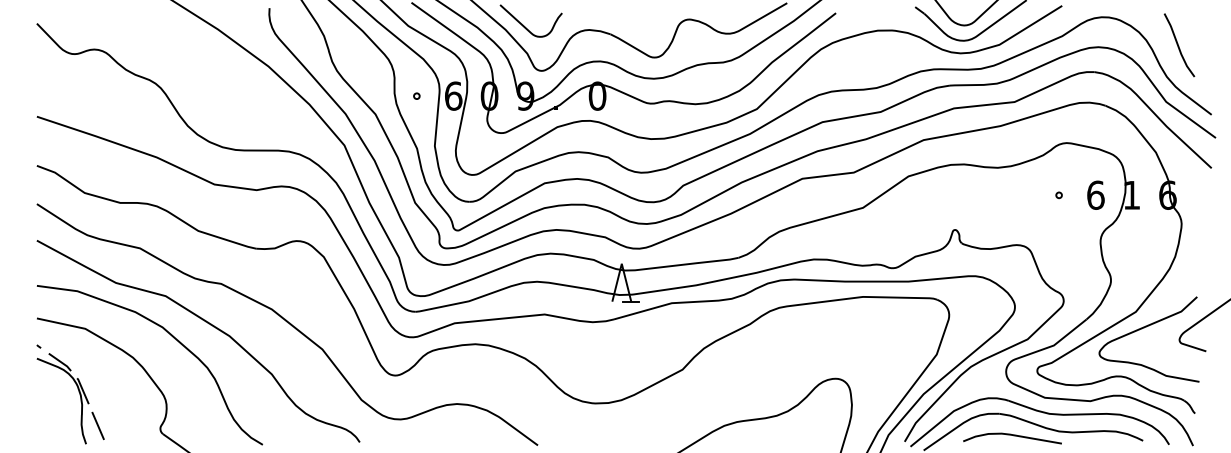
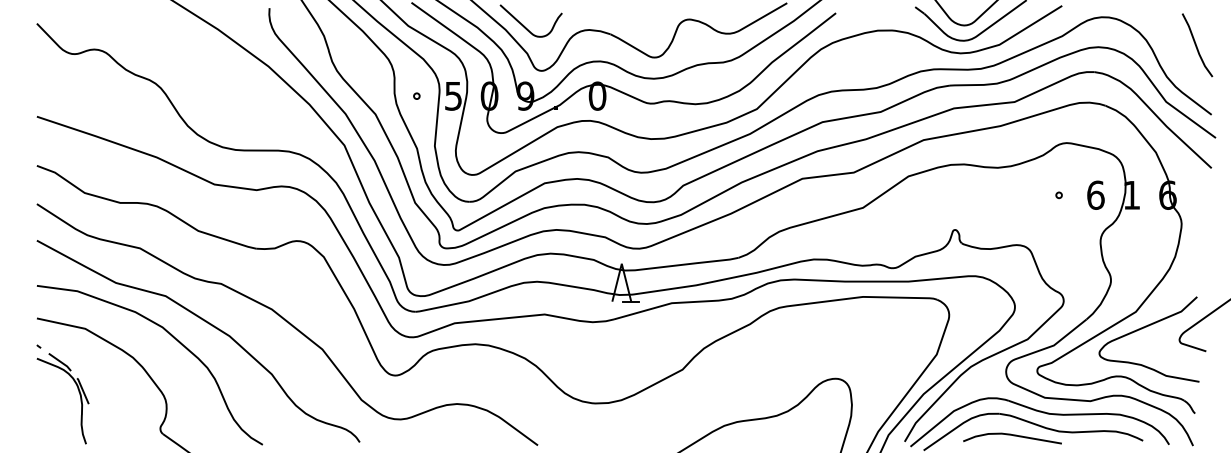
curve at (1178, 45) position: (1178, 45) -> (1196, 45)
text at (453, 95): 6 -> 5
line at (97, 425): present -> none
